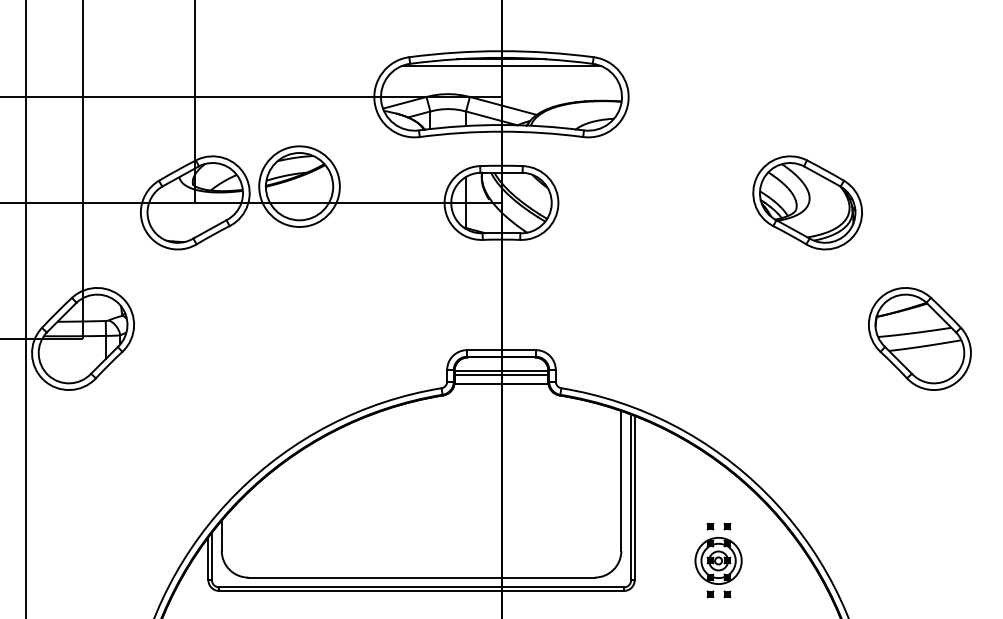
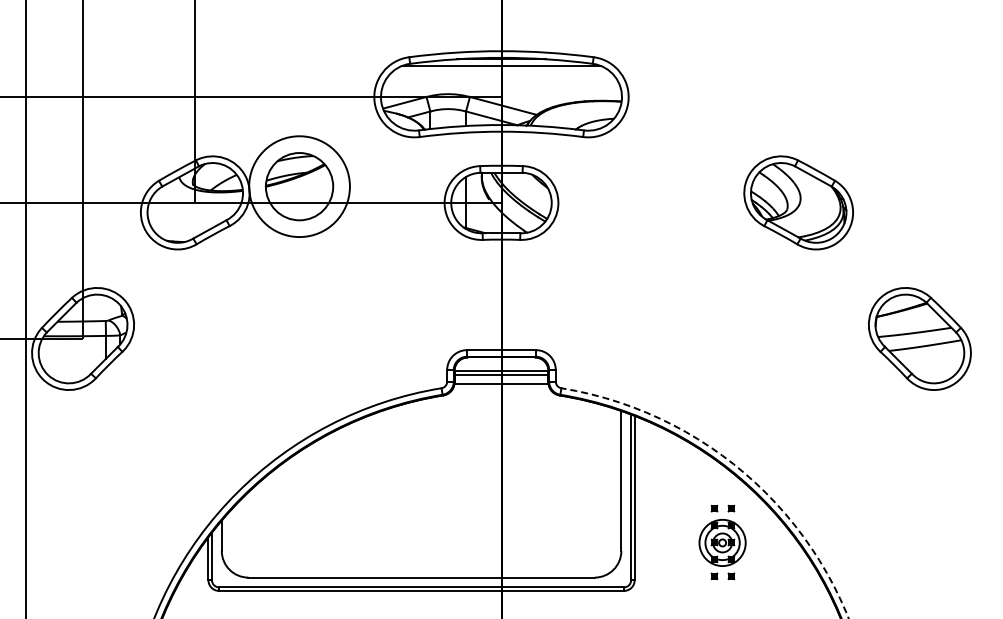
circle at (299, 186) diameter: 81 px -> 101 px
part at (807, 202) position: (807, 202) -> (798, 202)
arc at (735, 466): solid -> dashed
part at (718, 560) position: (718, 560) -> (722, 542)
